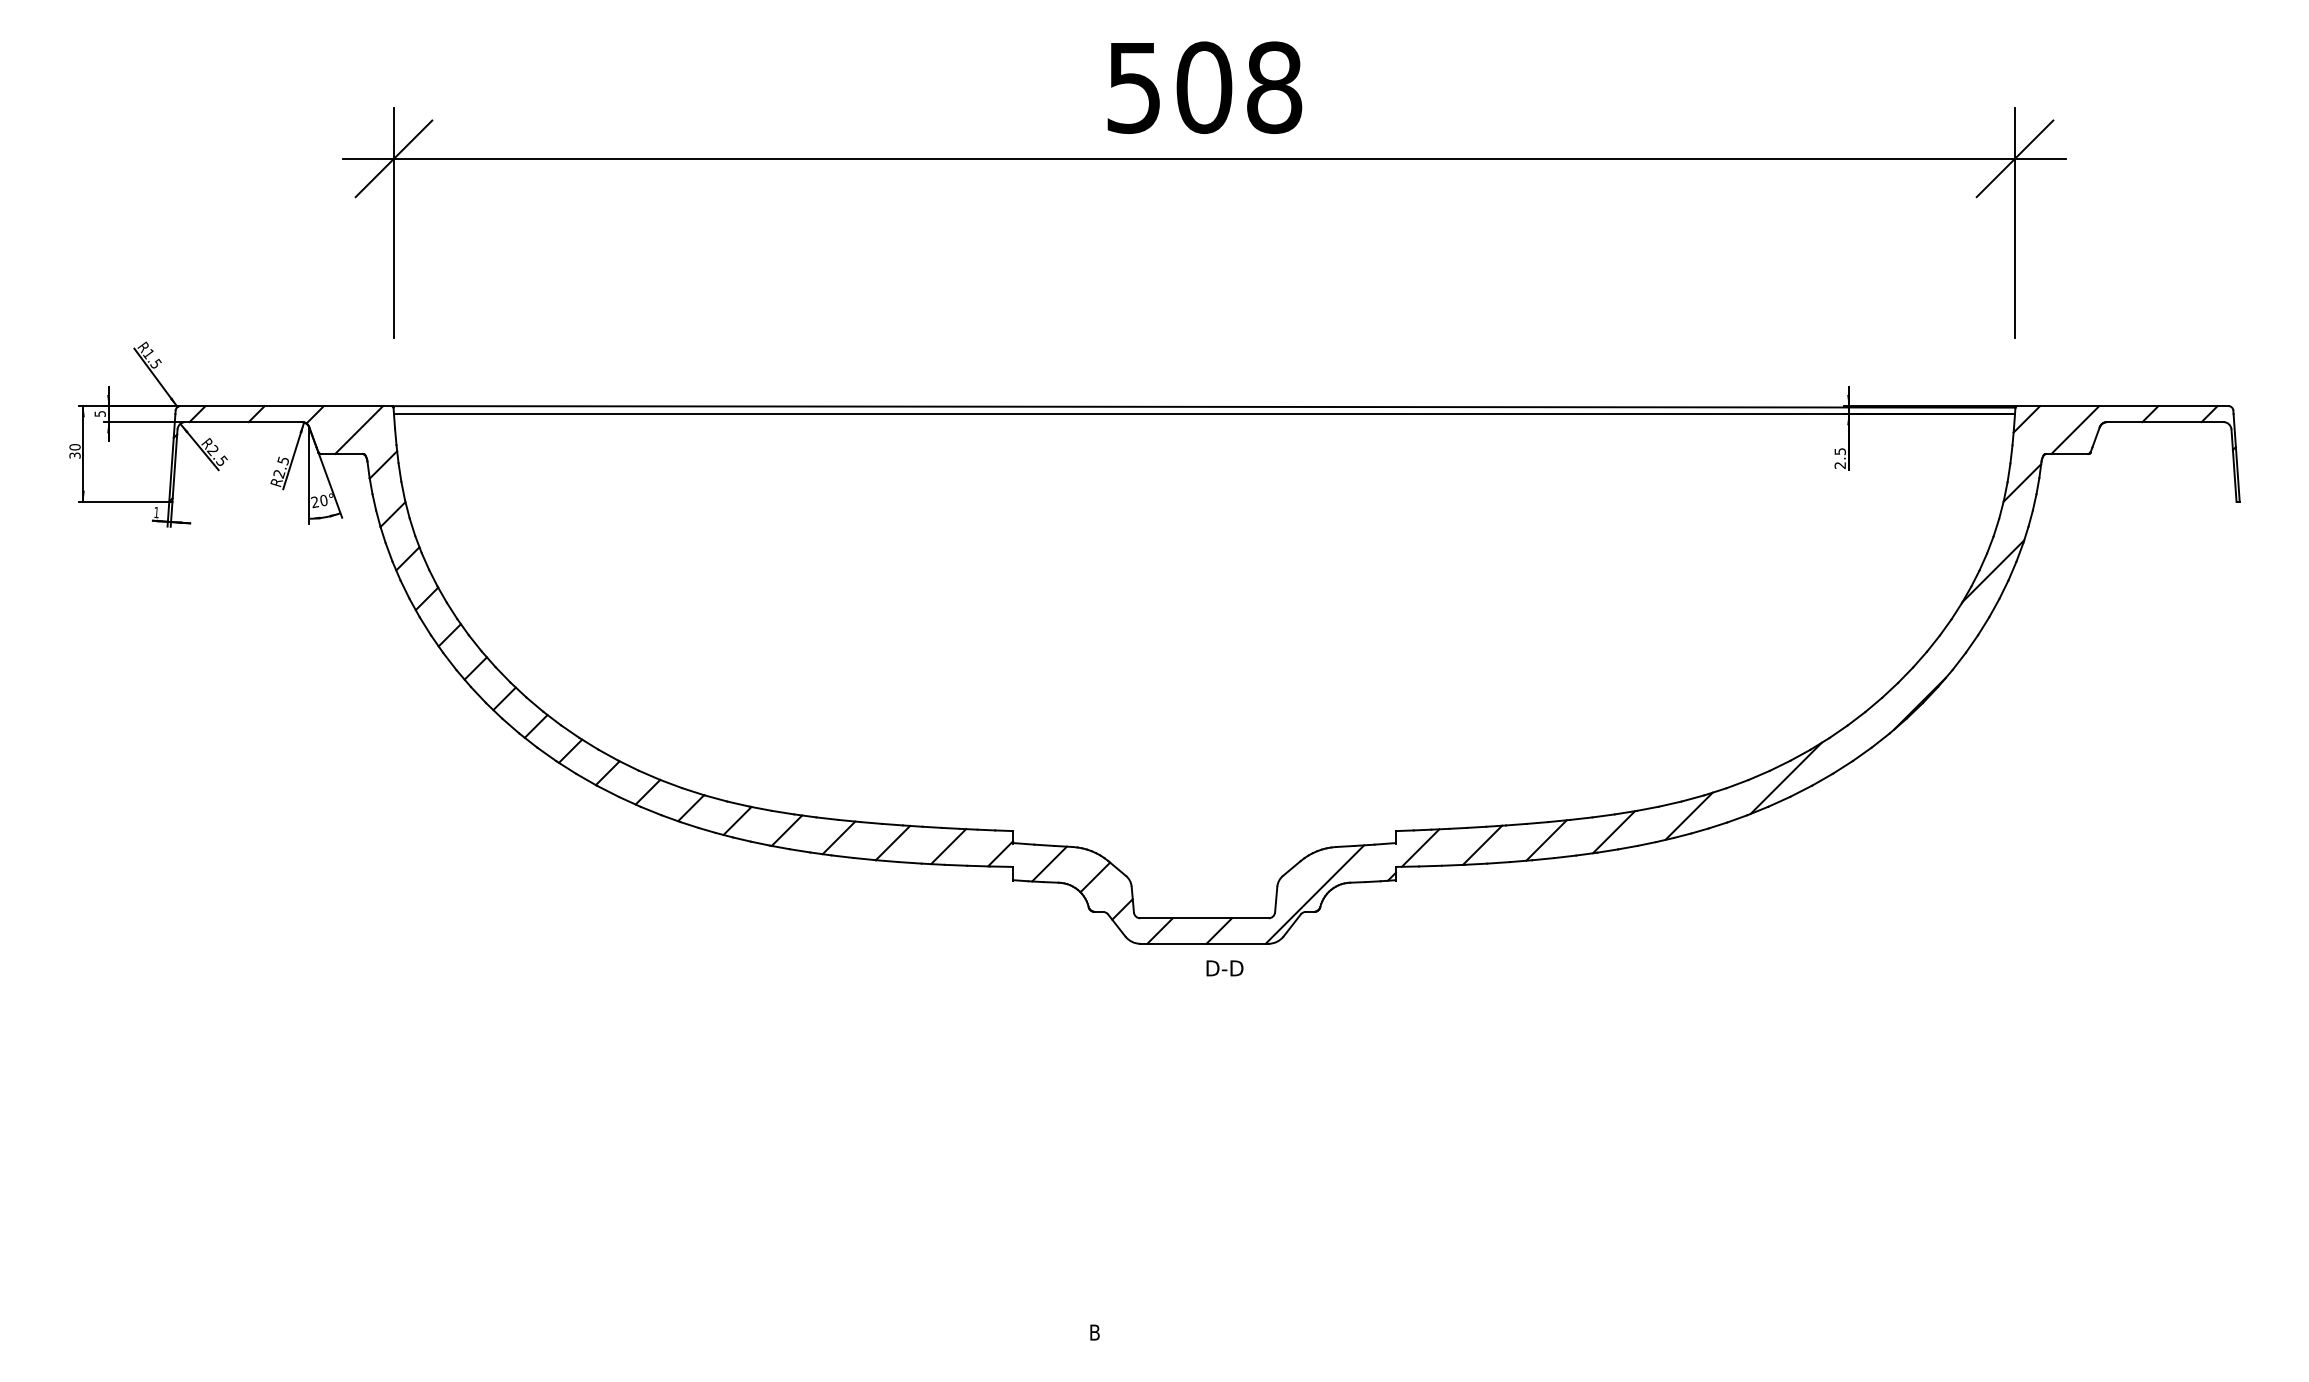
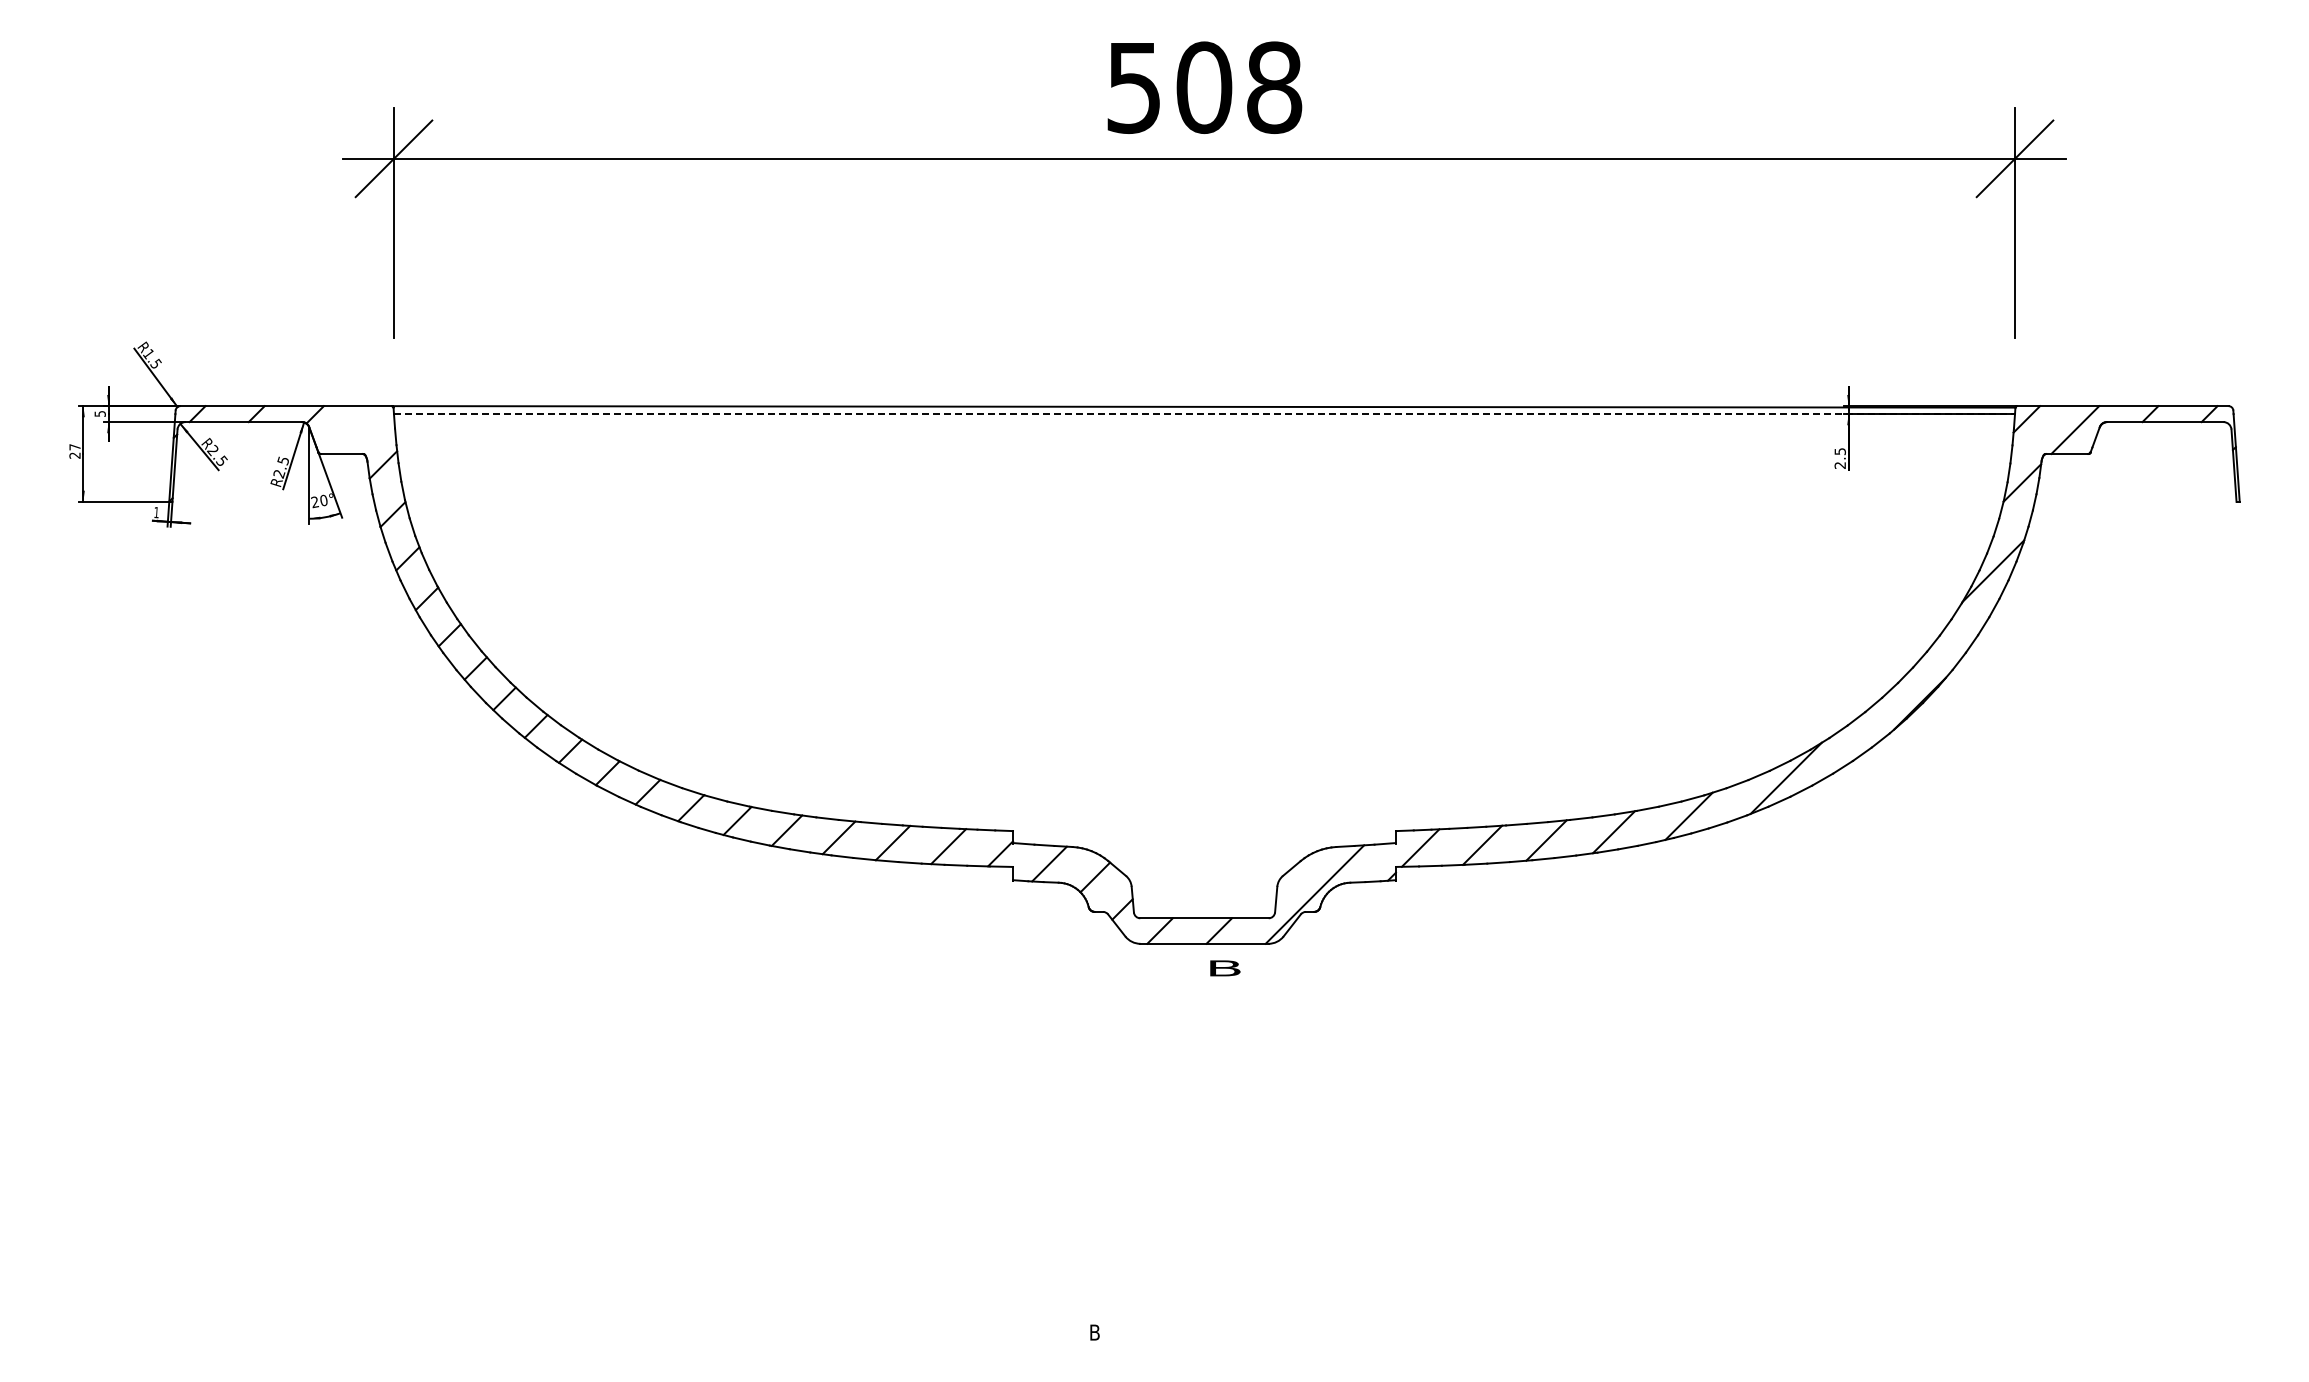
line at (1204, 414): solid -> dashed
line at (359, 430): present -> none
text at (74, 451): 30 -> 27
text at (1224, 968): D-D -> B
